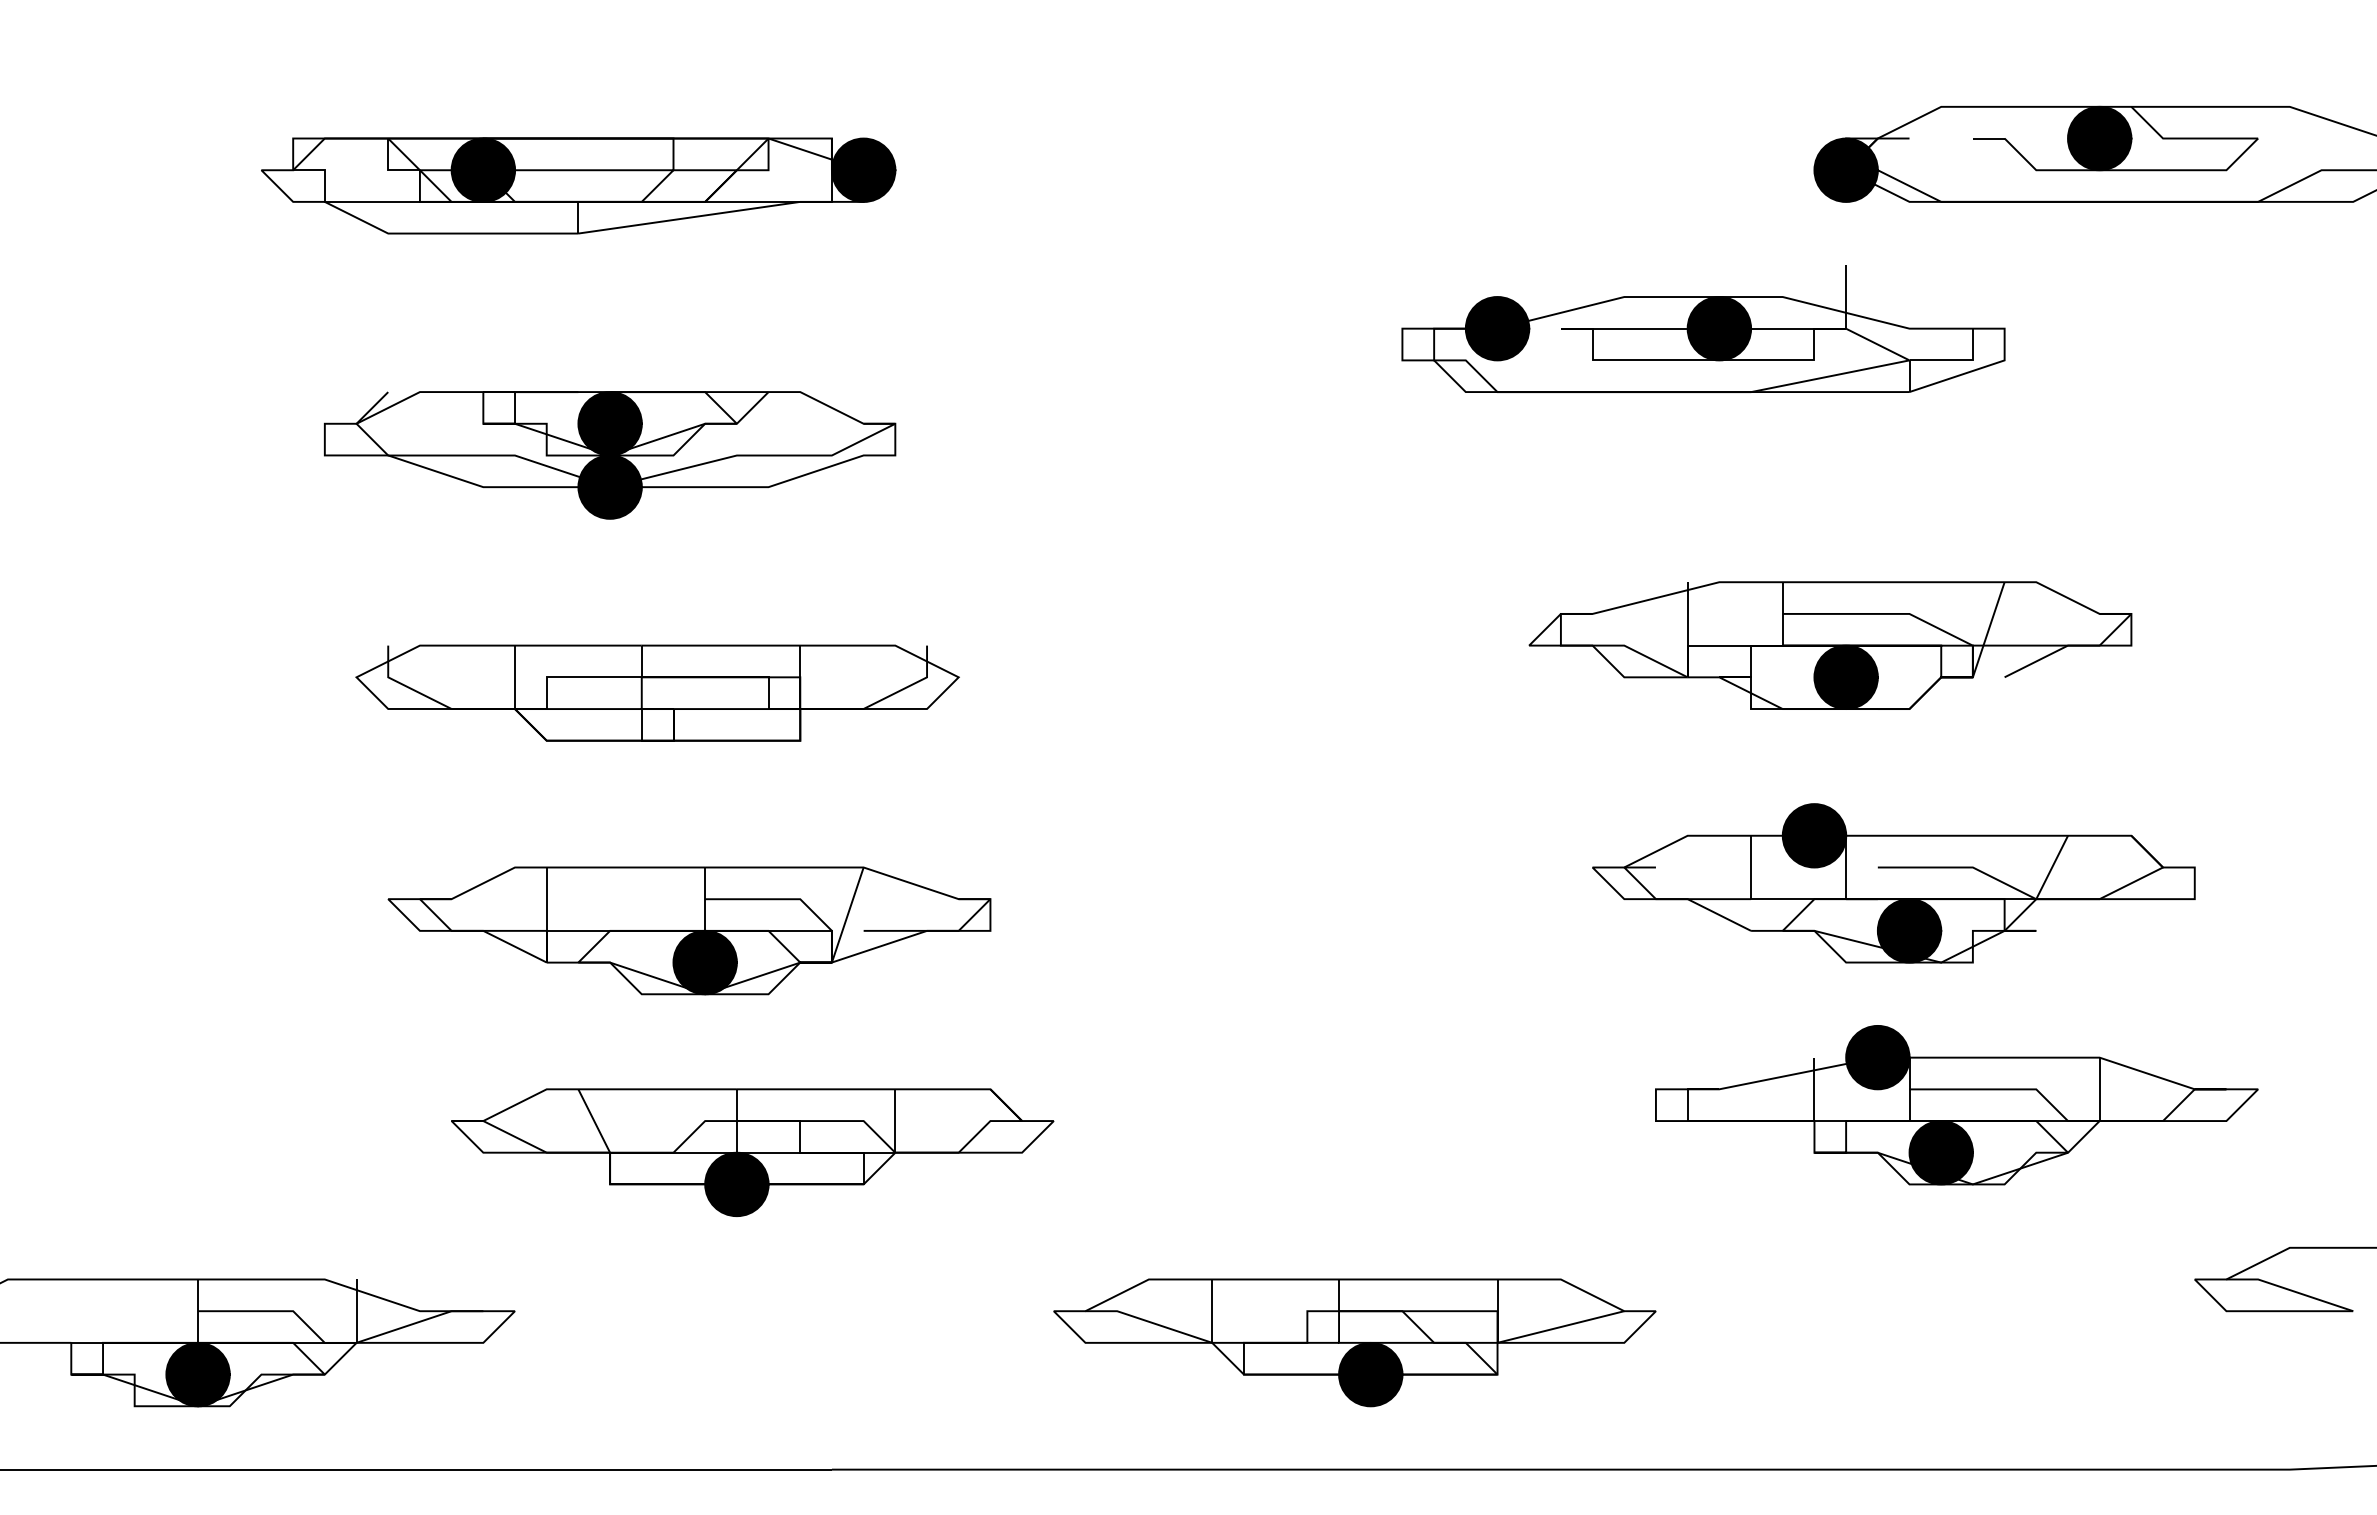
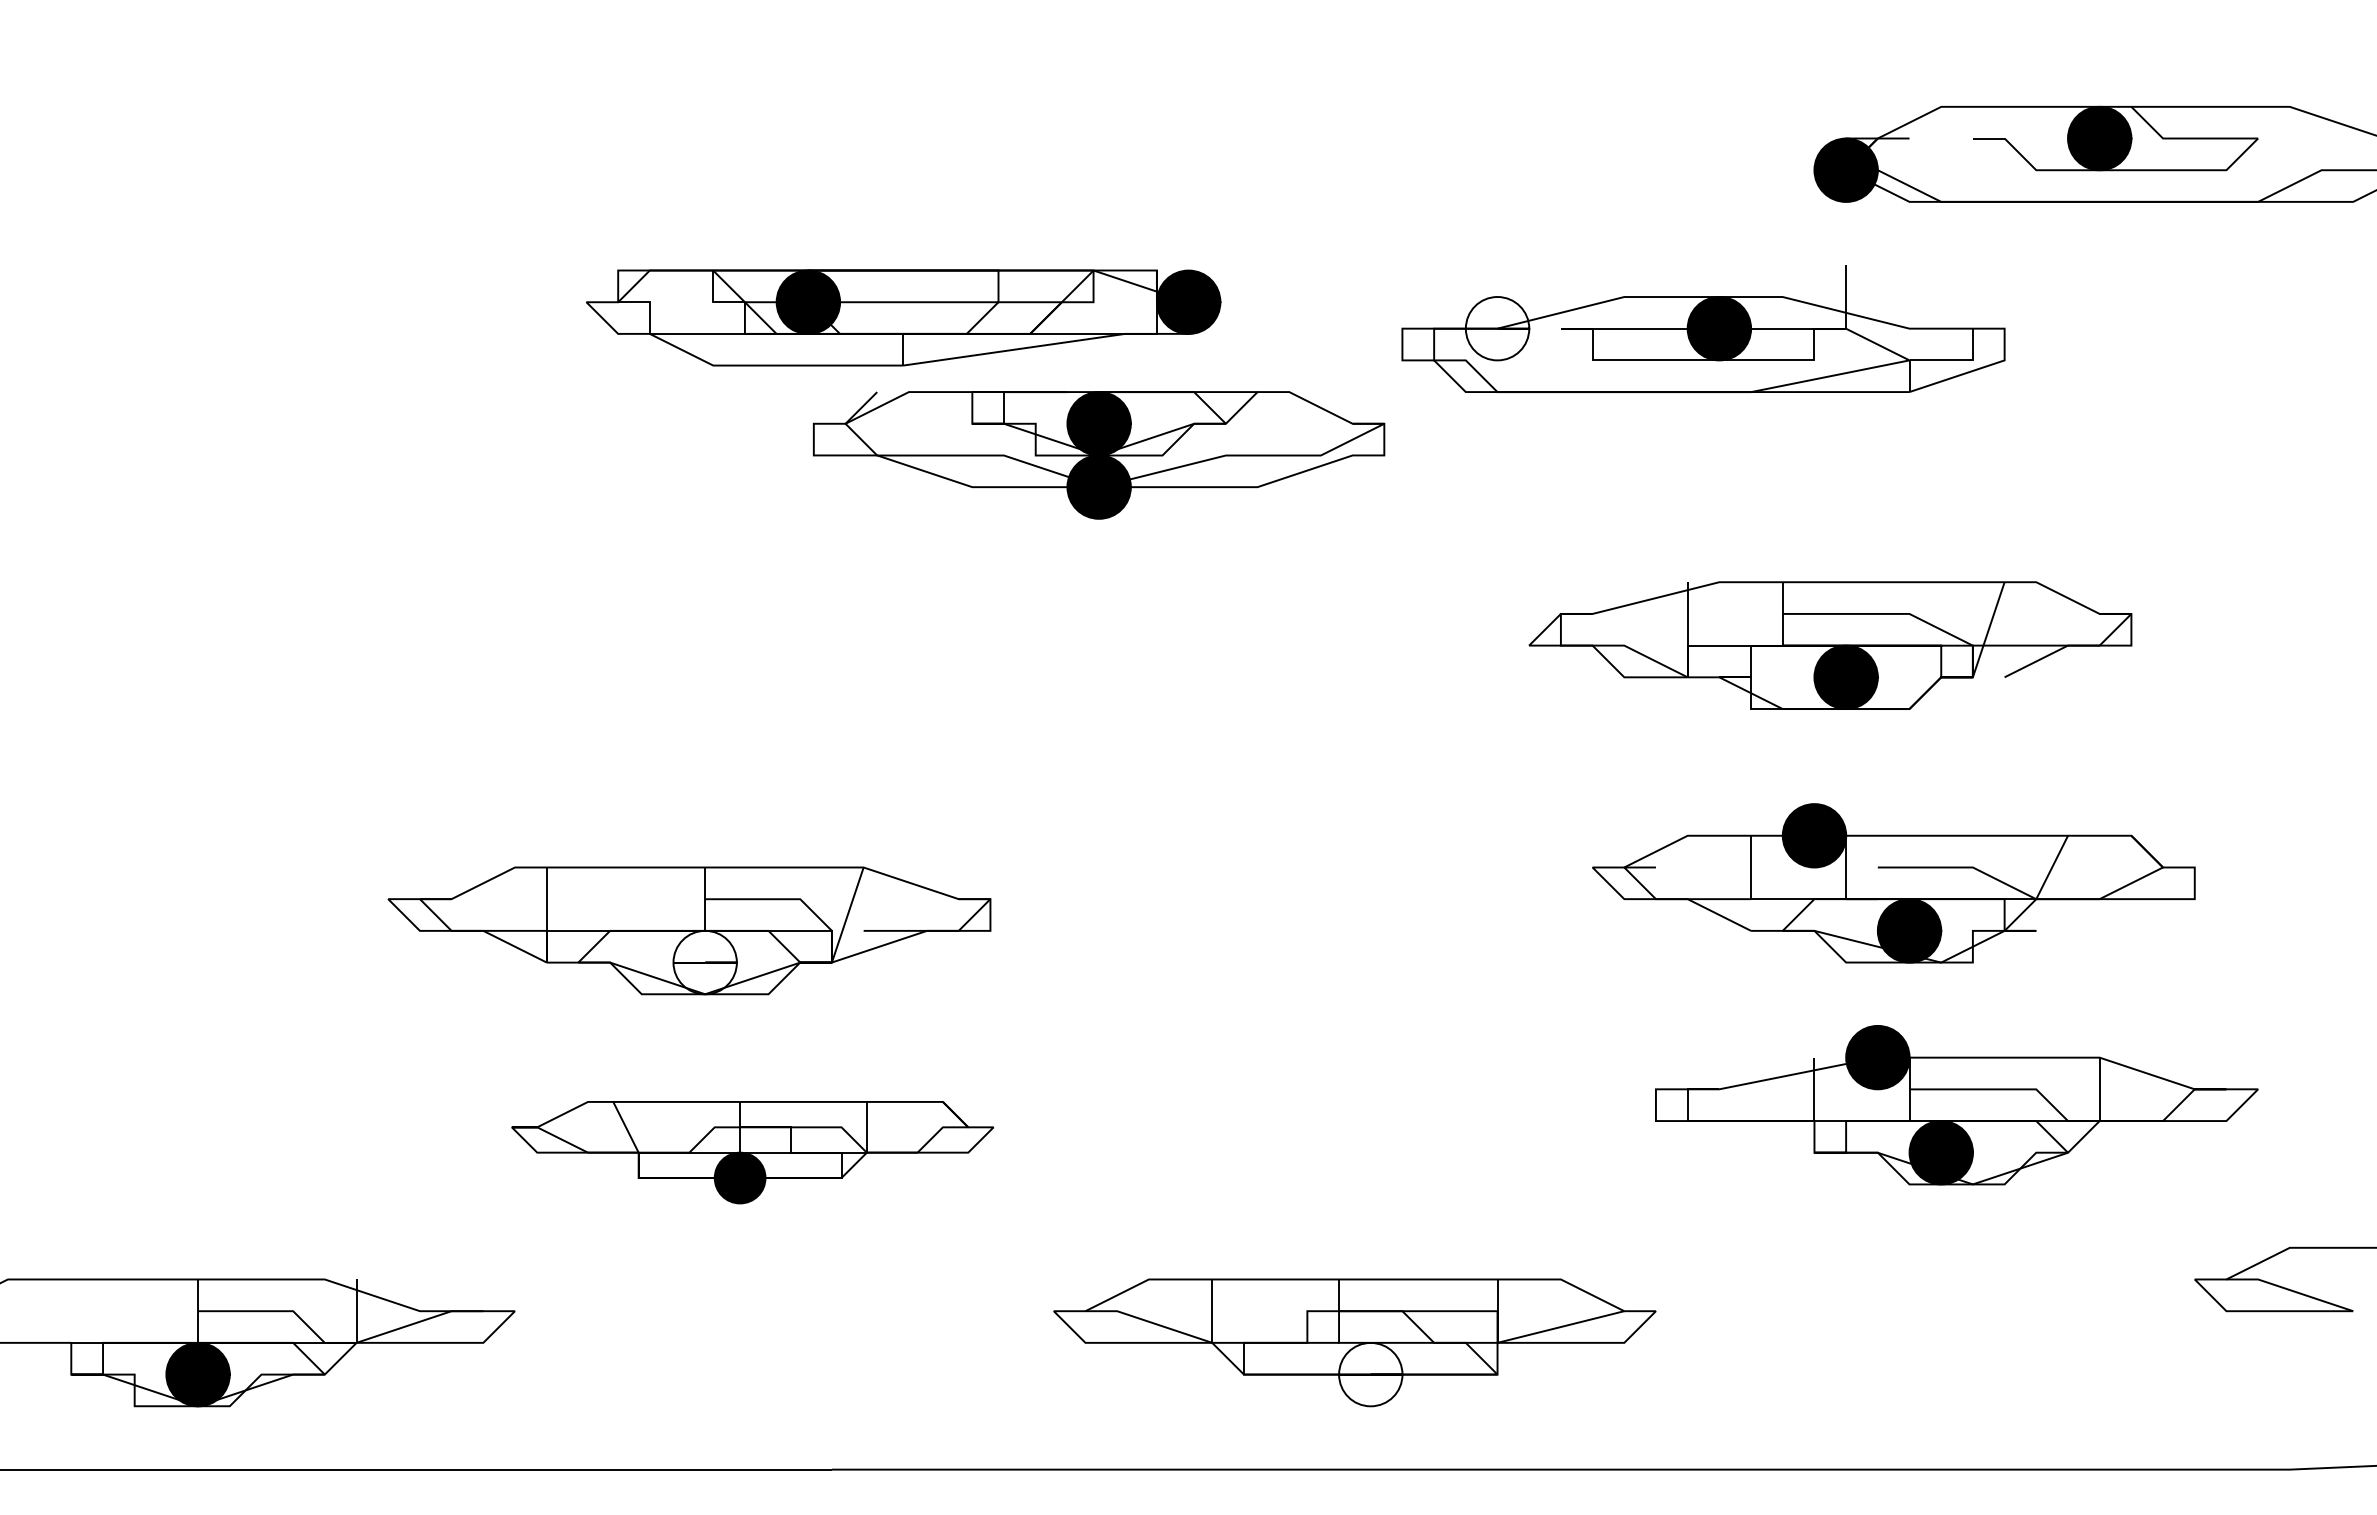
part at (578, 185) position: (578, 185) -> (903, 317)
fill at (1497, 328): present -> none
part at (610, 455) position: (610, 455) -> (1099, 455)
part at (657, 692): present -> none
fill at (704, 962): present -> none
part at (752, 1152) size: 604x129 px -> 484x104 px
fill at (1370, 1374): present -> none
